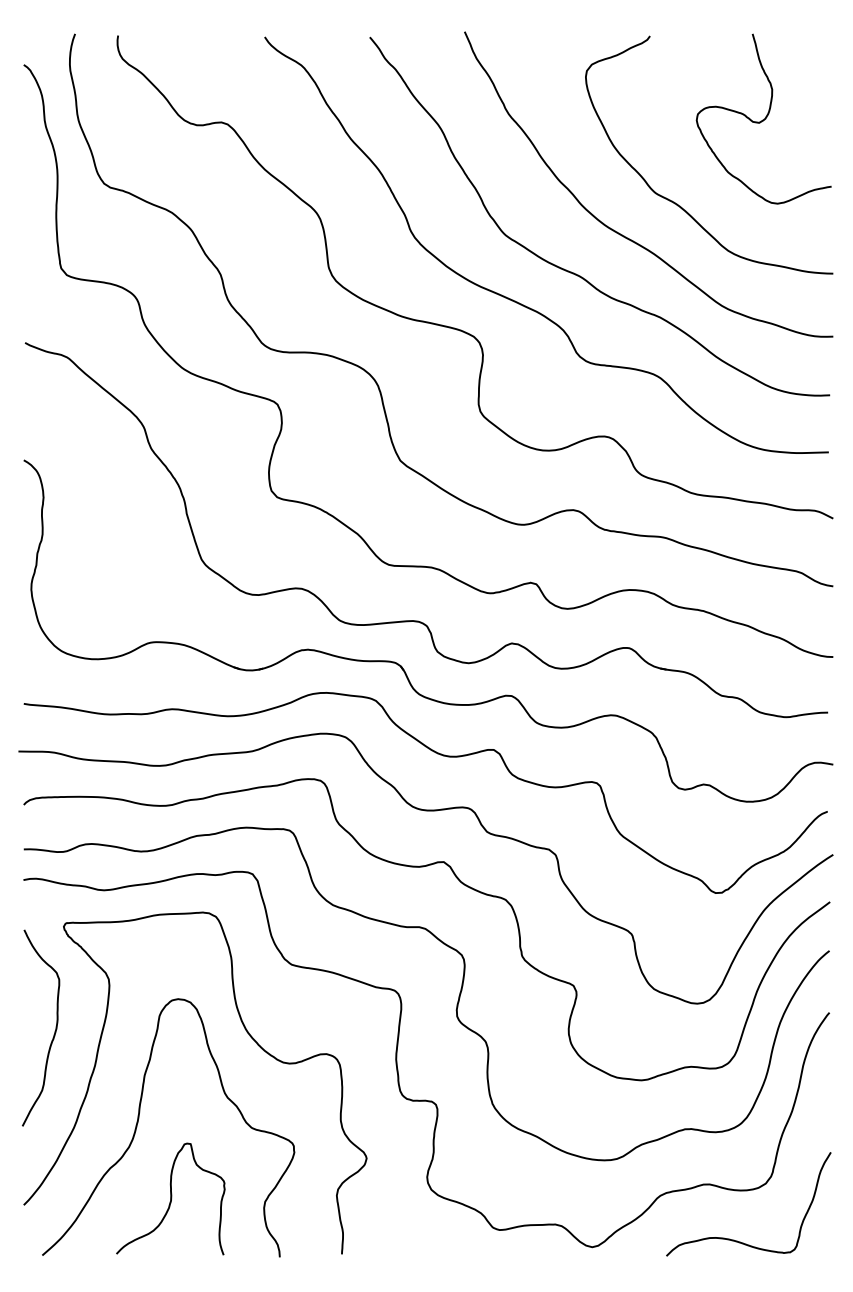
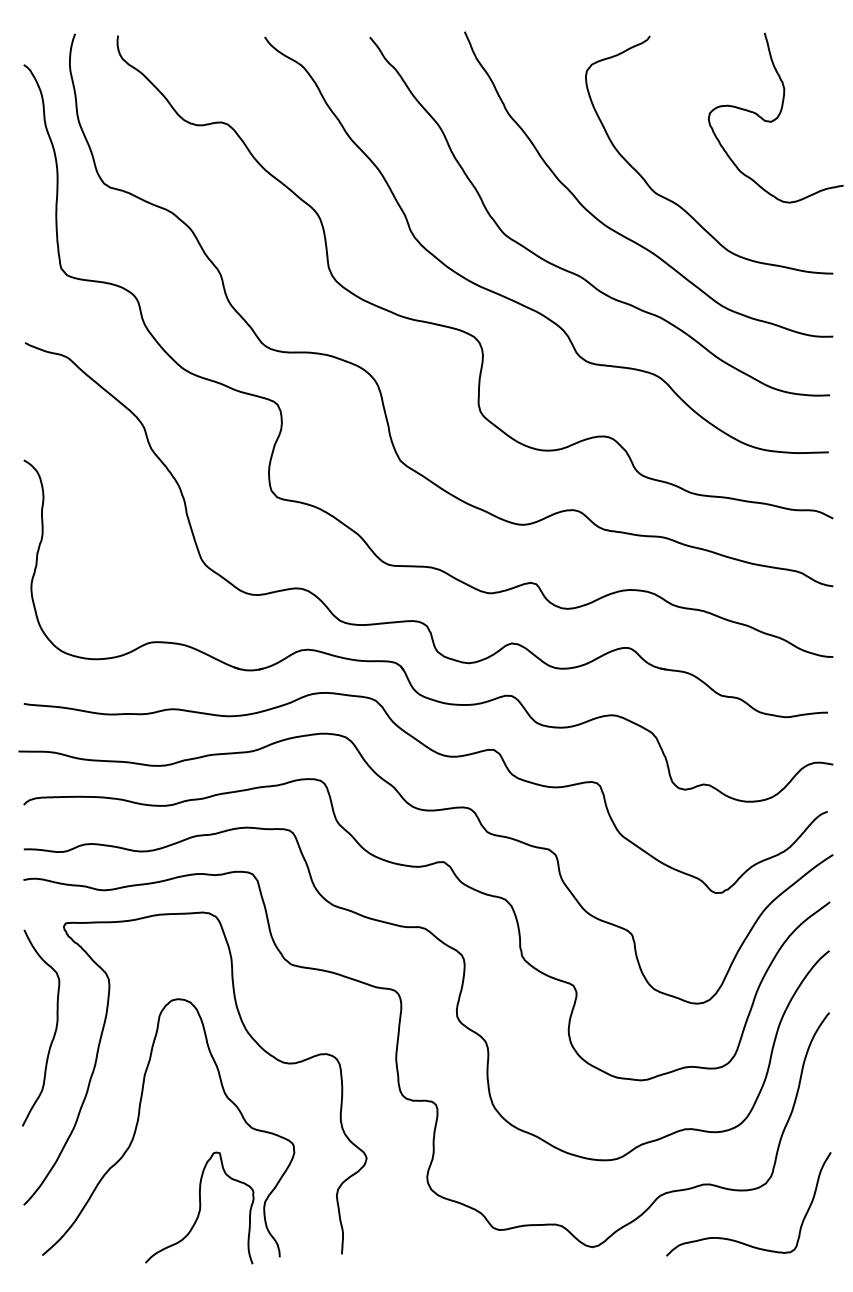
curve at (764, 118) position: (764, 118) -> (776, 117)
curve at (170, 1198) position: (170, 1198) -> (199, 1207)
